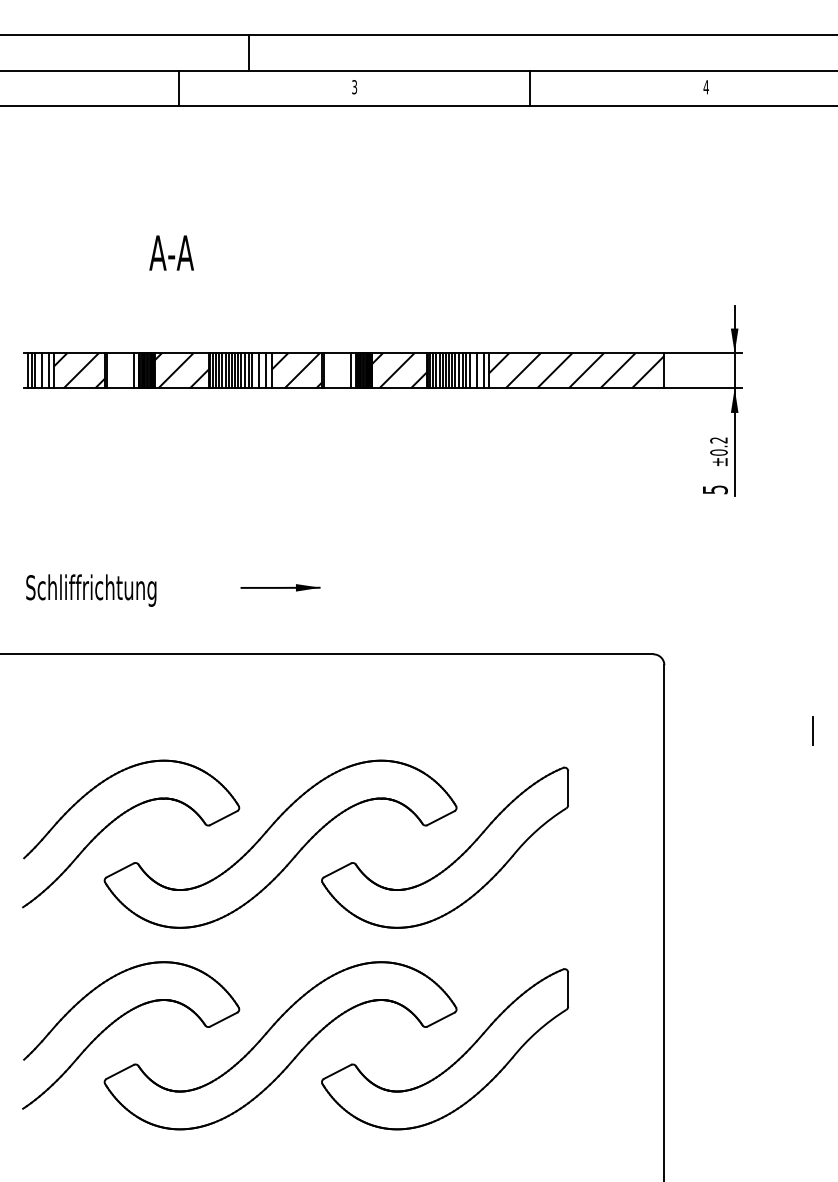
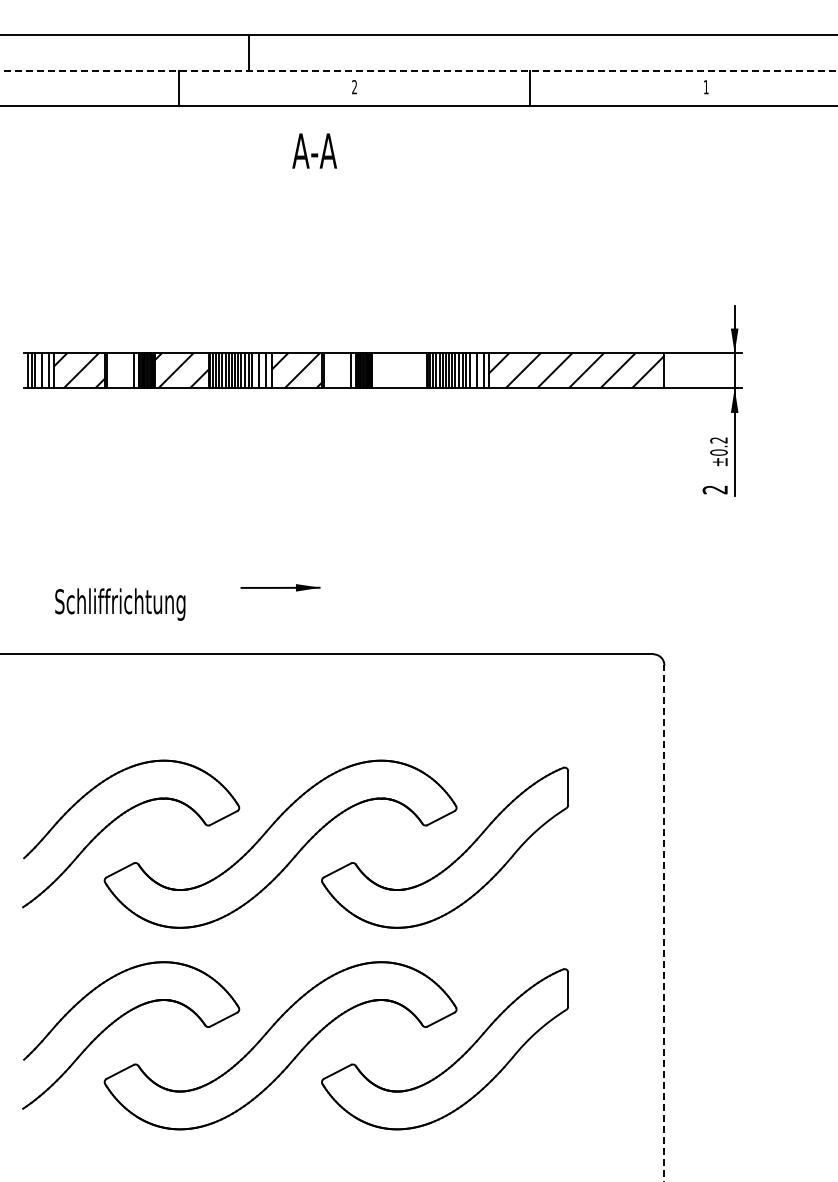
line at (419, 70): solid -> dashed
text at (354, 87): 3 -> 2
text at (705, 87): 4 -> 1
text at (171, 252) position: (171, 252) -> (314, 150)
hatch at (399, 370): present -> none
text at (714, 489): 5 -> 2
text at (91, 590) position: (91, 590) -> (120, 604)
line at (812, 730): present -> none
line at (664, 923): solid -> dashed
